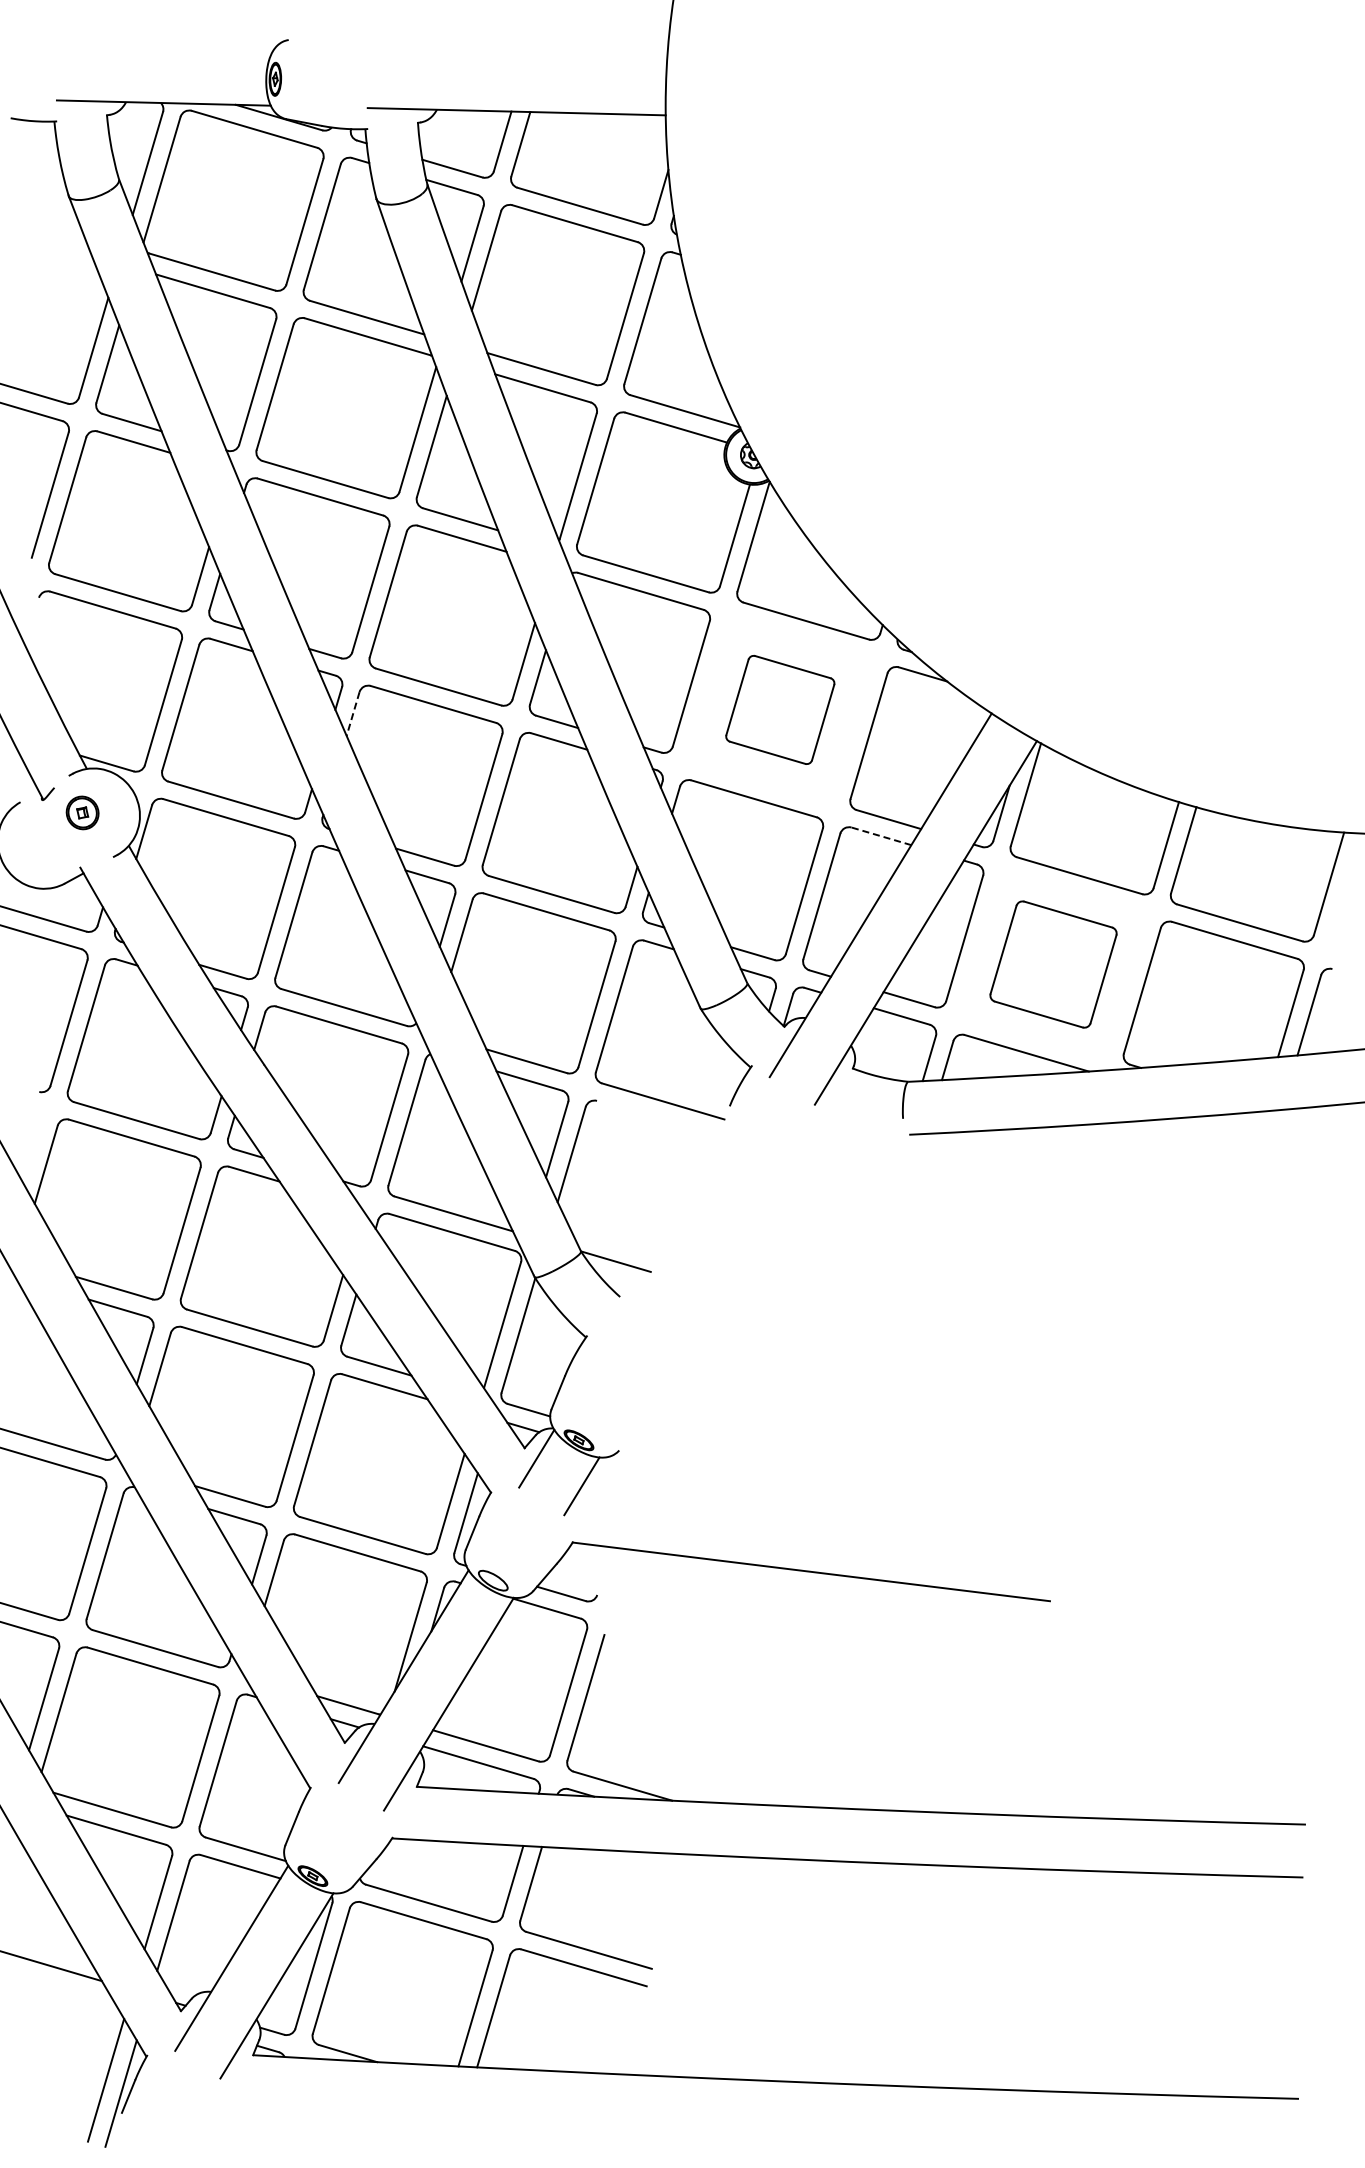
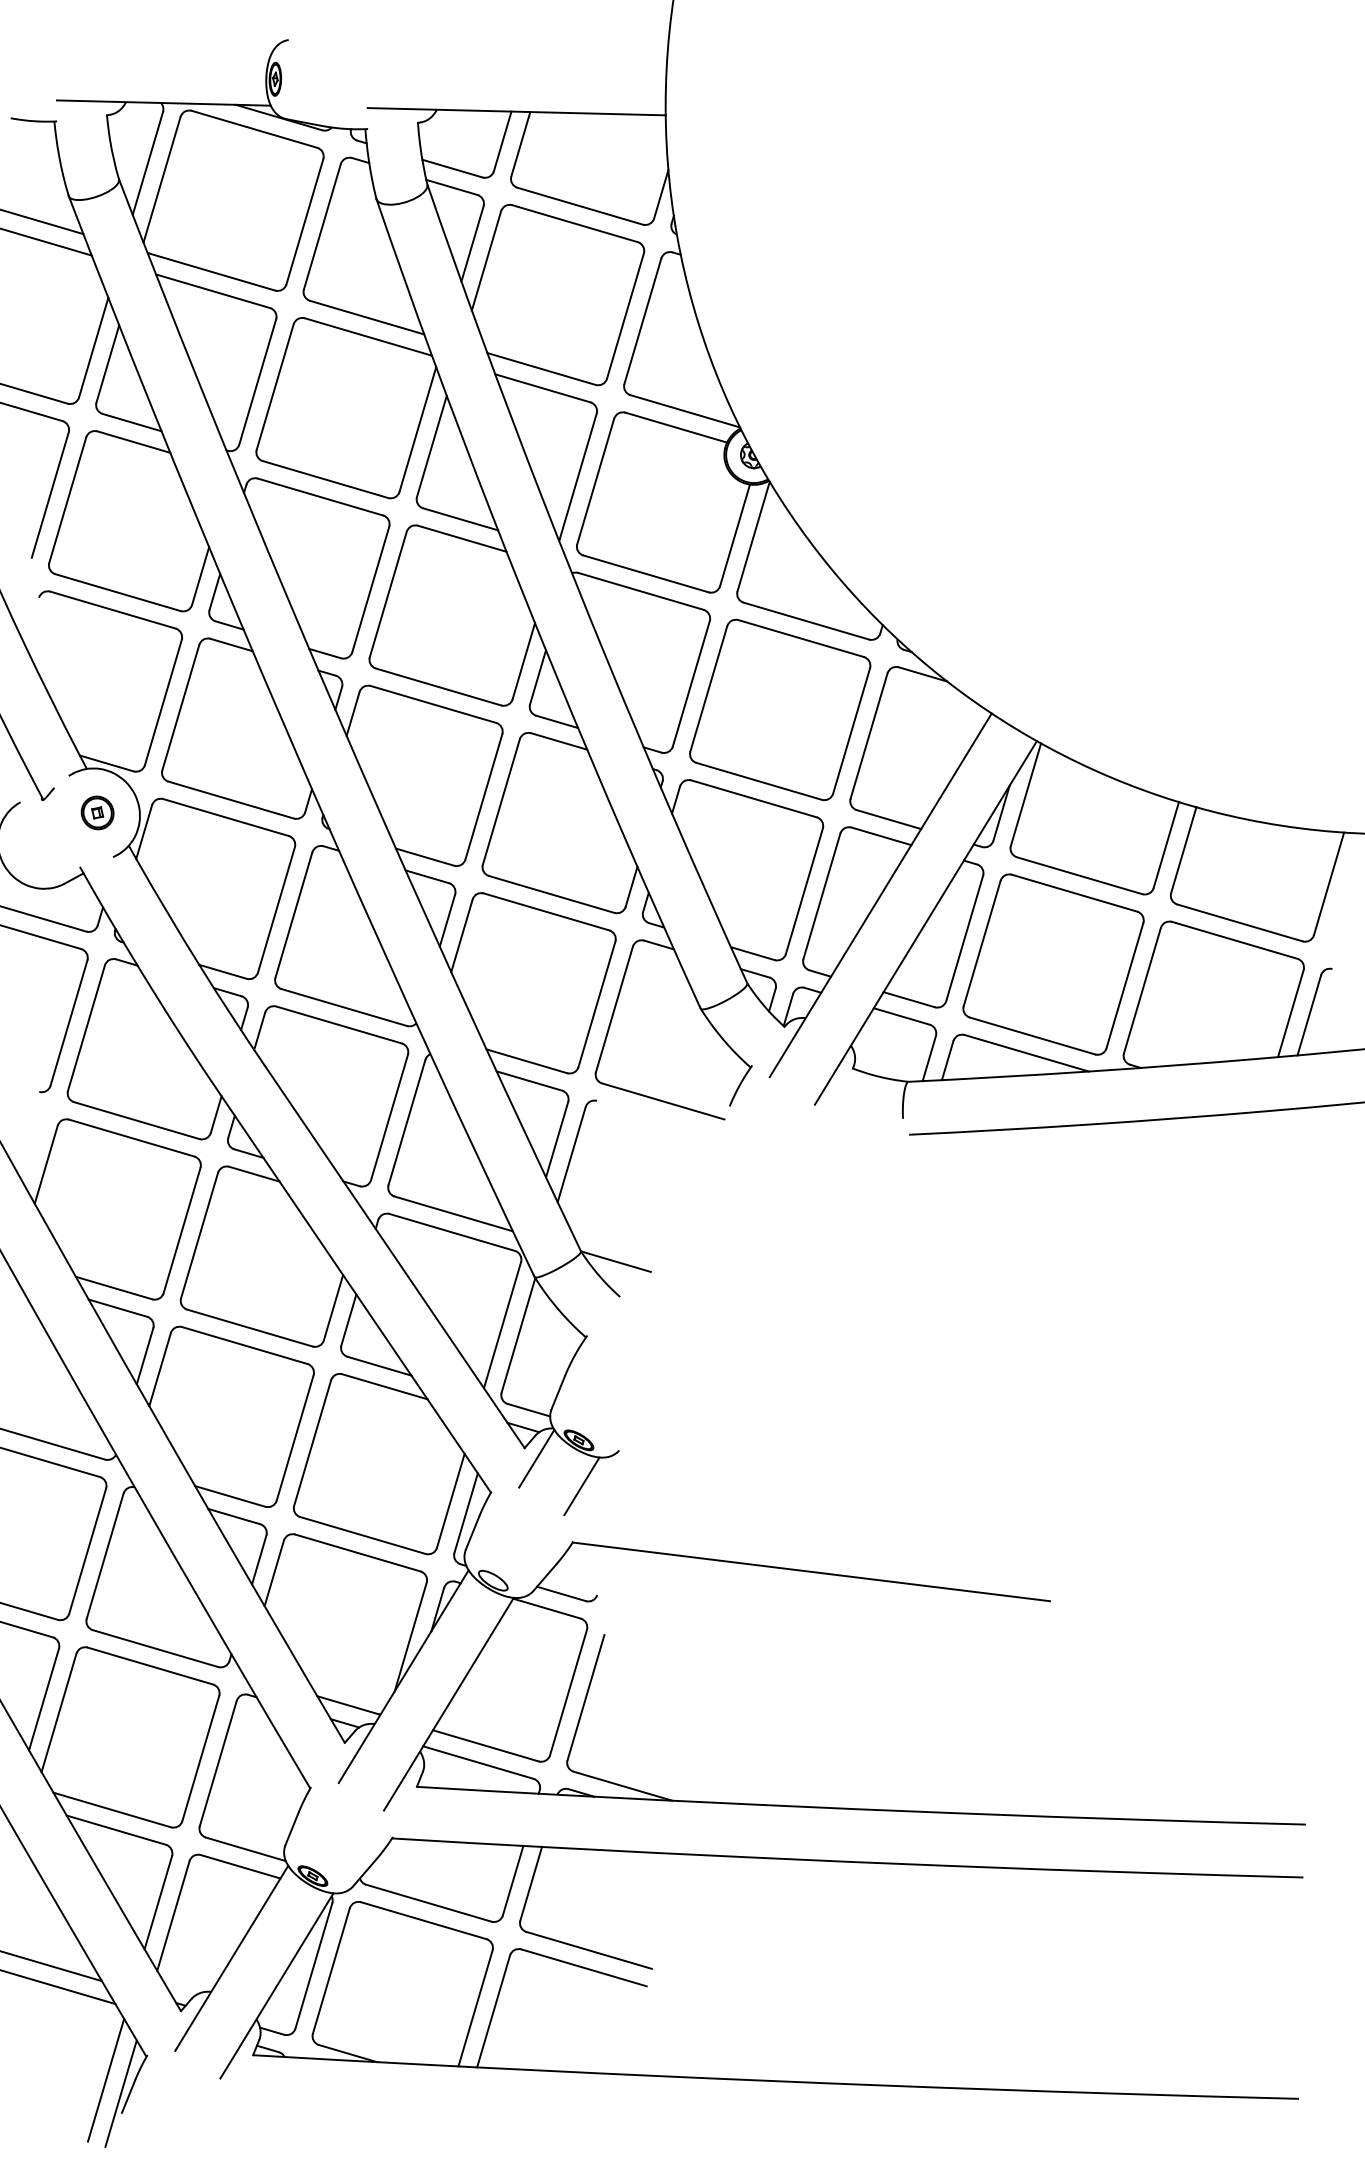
line at (42, 222): none -> present
line at (46, 242): none -> present
part at (780, 709) size: 111x111 px -> 183x184 px
line at (353, 714): dashed -> solid
part at (82, 812) position: (82, 812) -> (97, 812)
line at (881, 836): dashed -> solid
part at (1053, 964) size: 129x129 px -> 183x183 px
line at (58, 1987): none -> present
